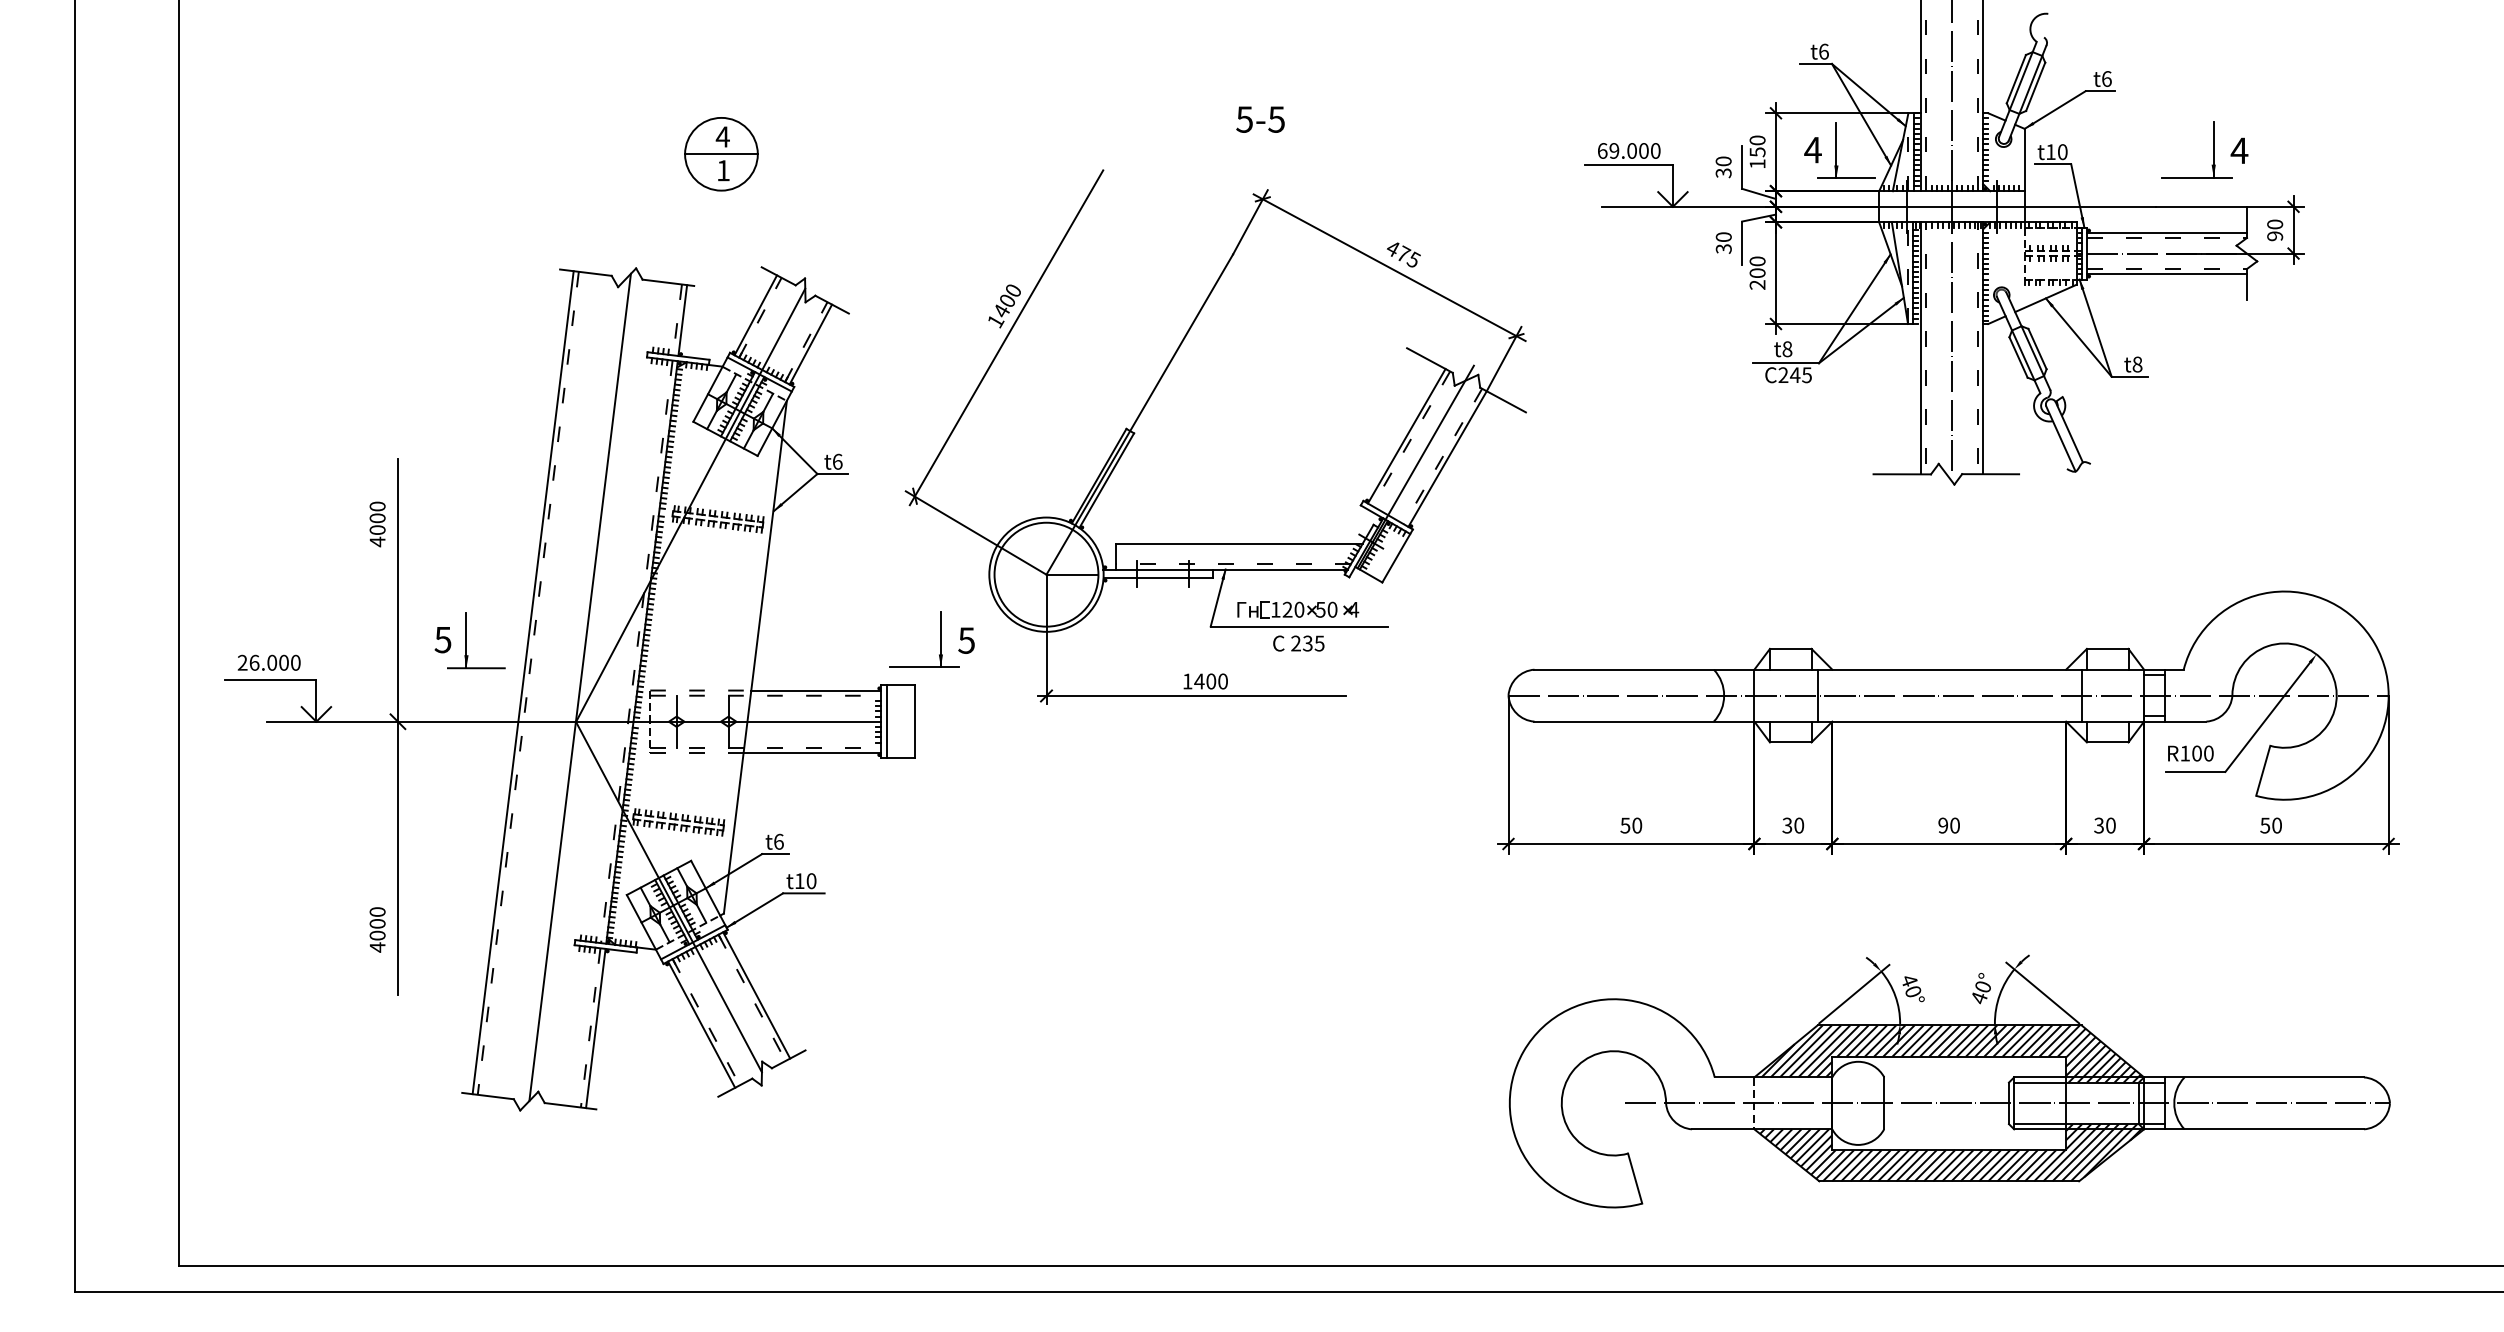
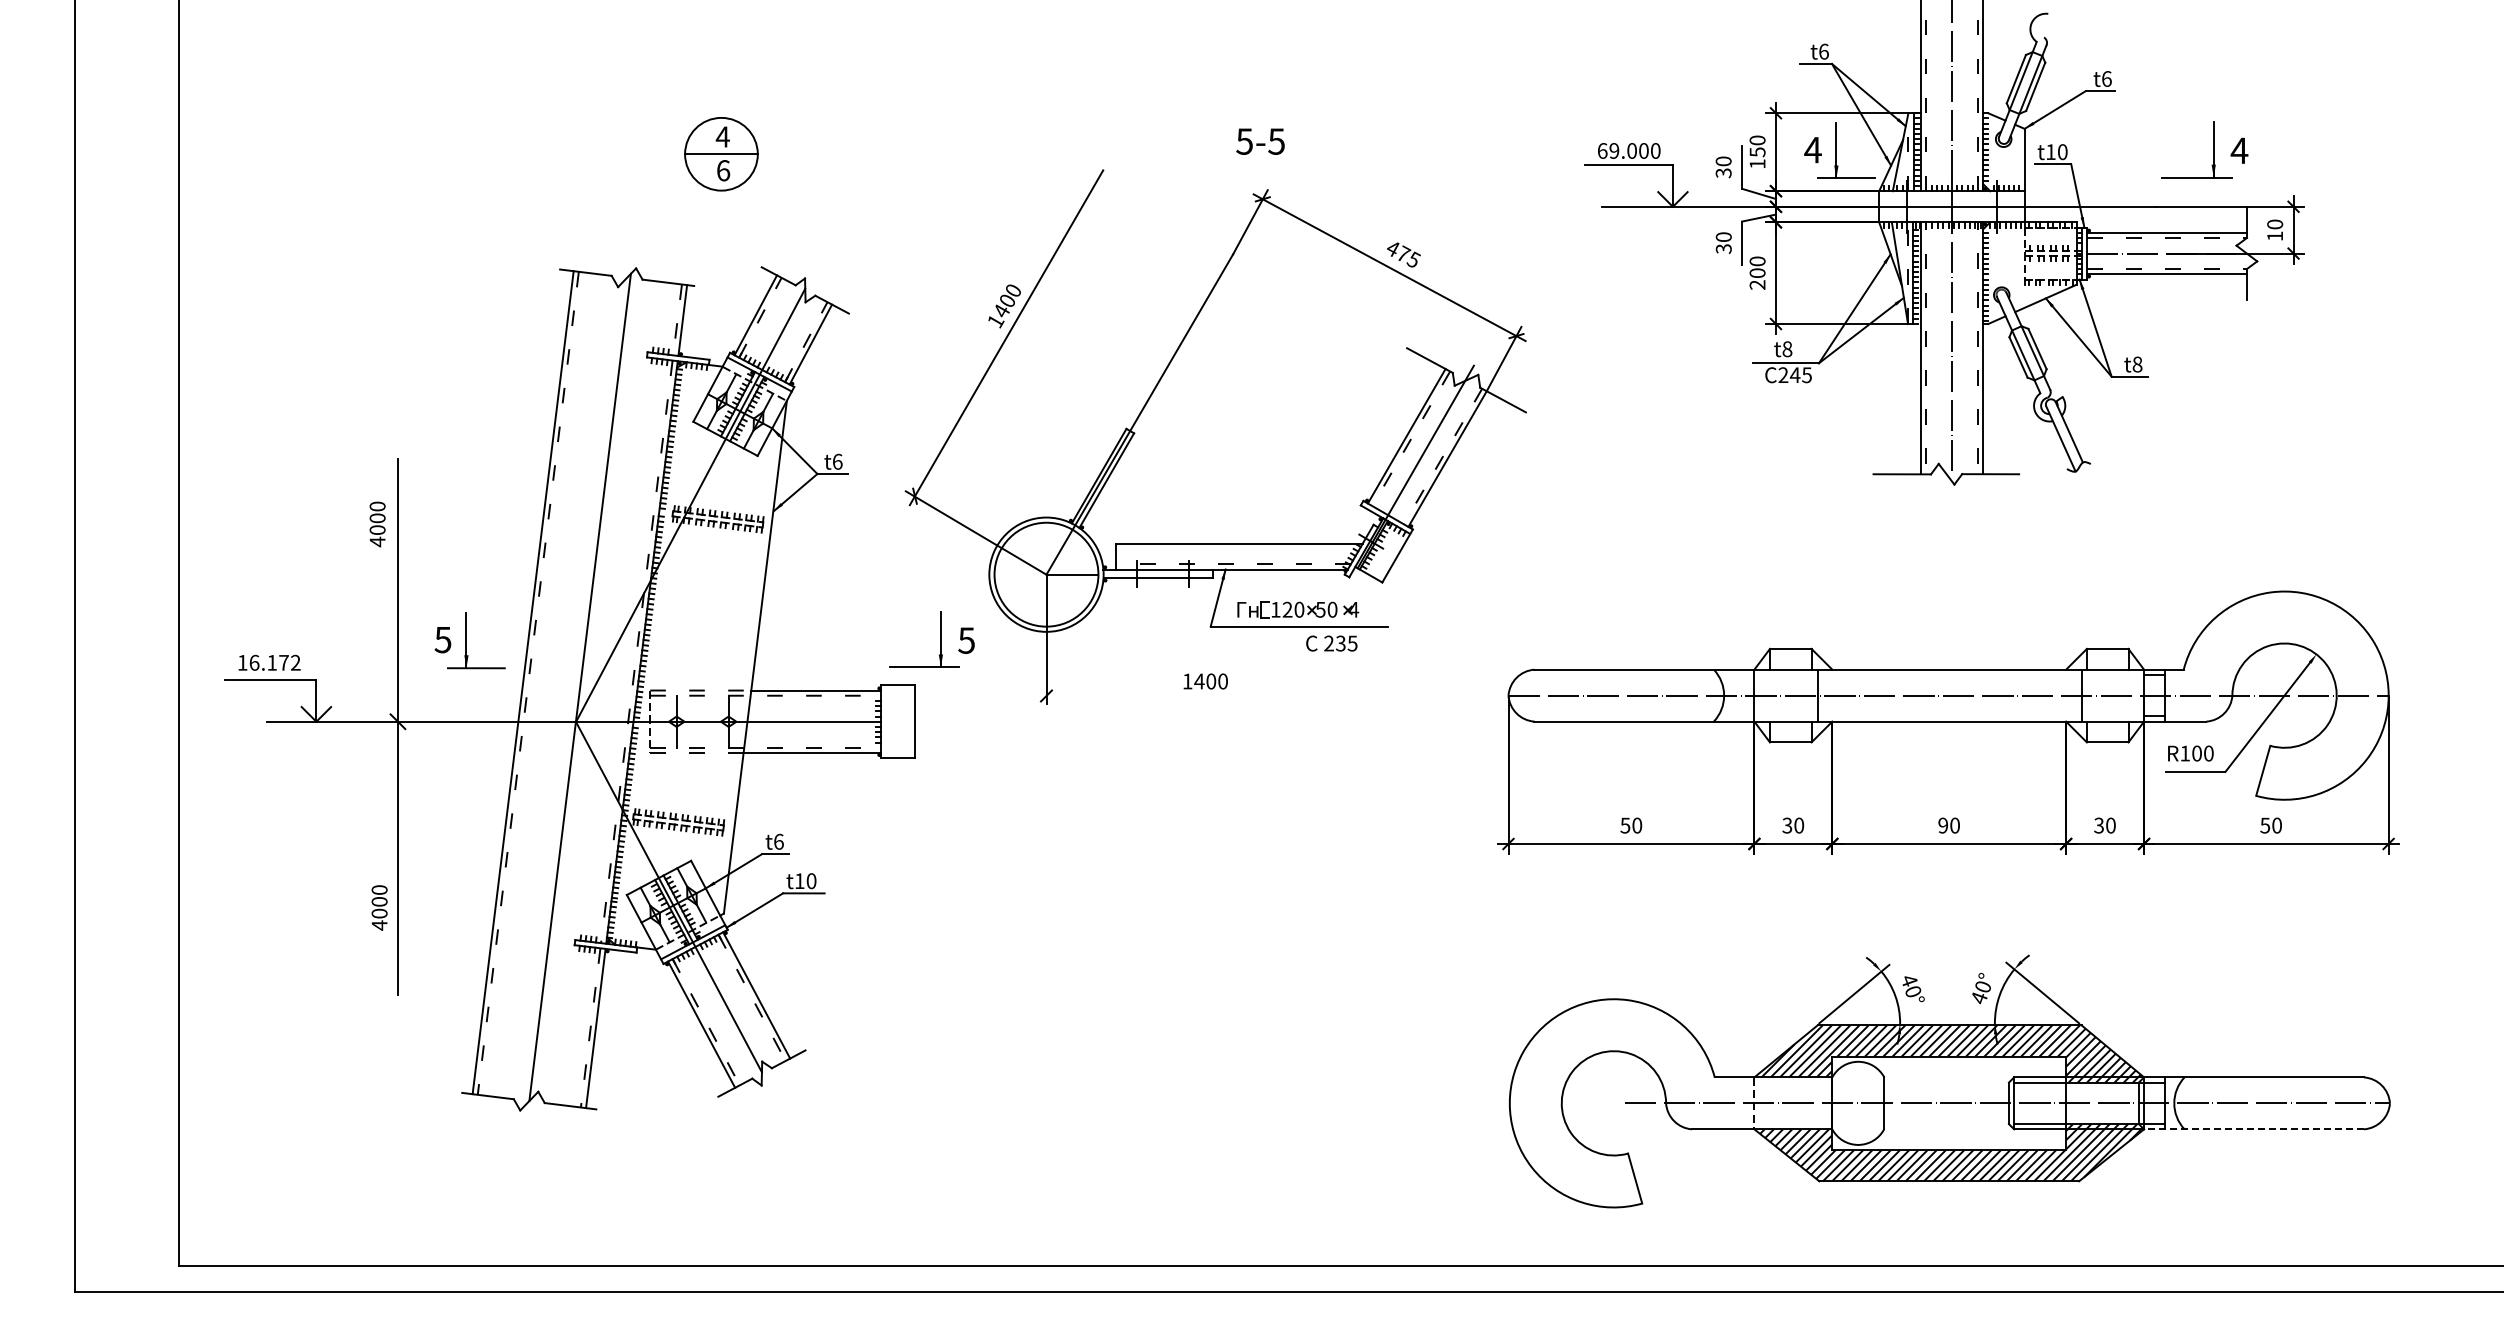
text at (1260, 119) position: (1260, 119) -> (1260, 141)
text at (723, 170): 1 -> 6
text at (2275, 236): 90 -> 10
text at (1298, 643) position: (1298, 643) -> (1331, 643)
text at (268, 662): 26.000 -> 16.172
line at (1192, 695): present -> none
line at (886, 721): present -> none
text at (377, 929) position: (377, 929) -> (379, 907)
line at (2254, 1129): solid -> dashed
